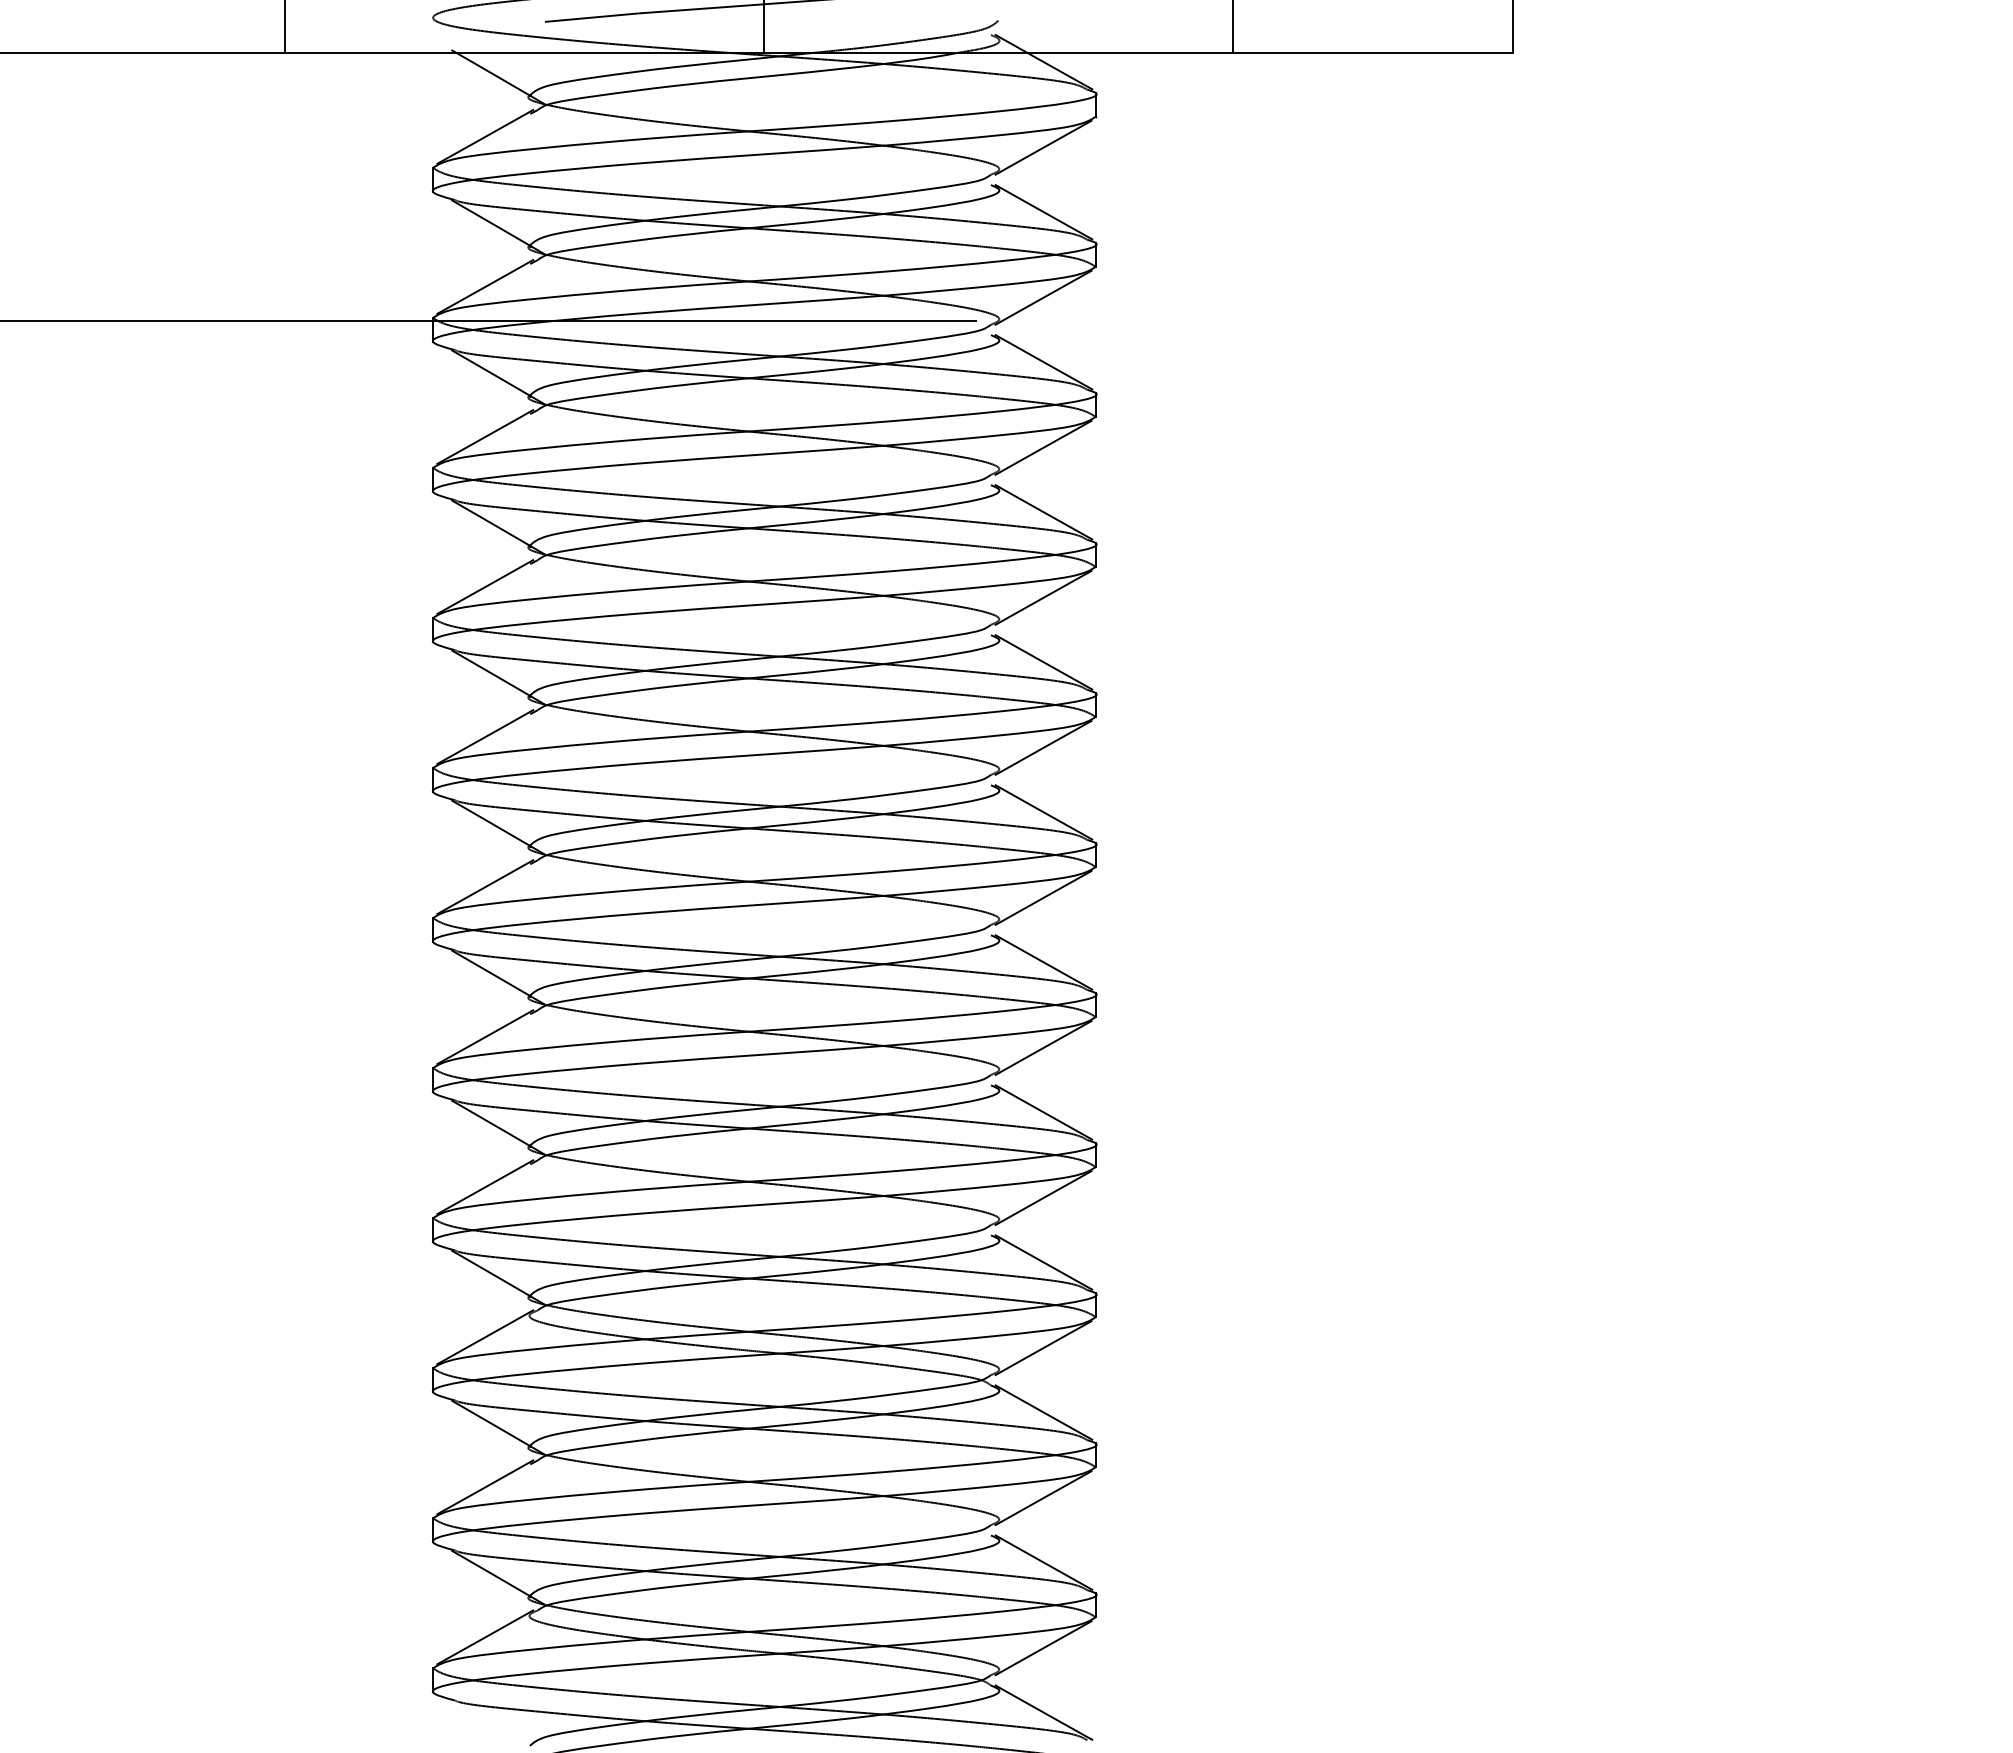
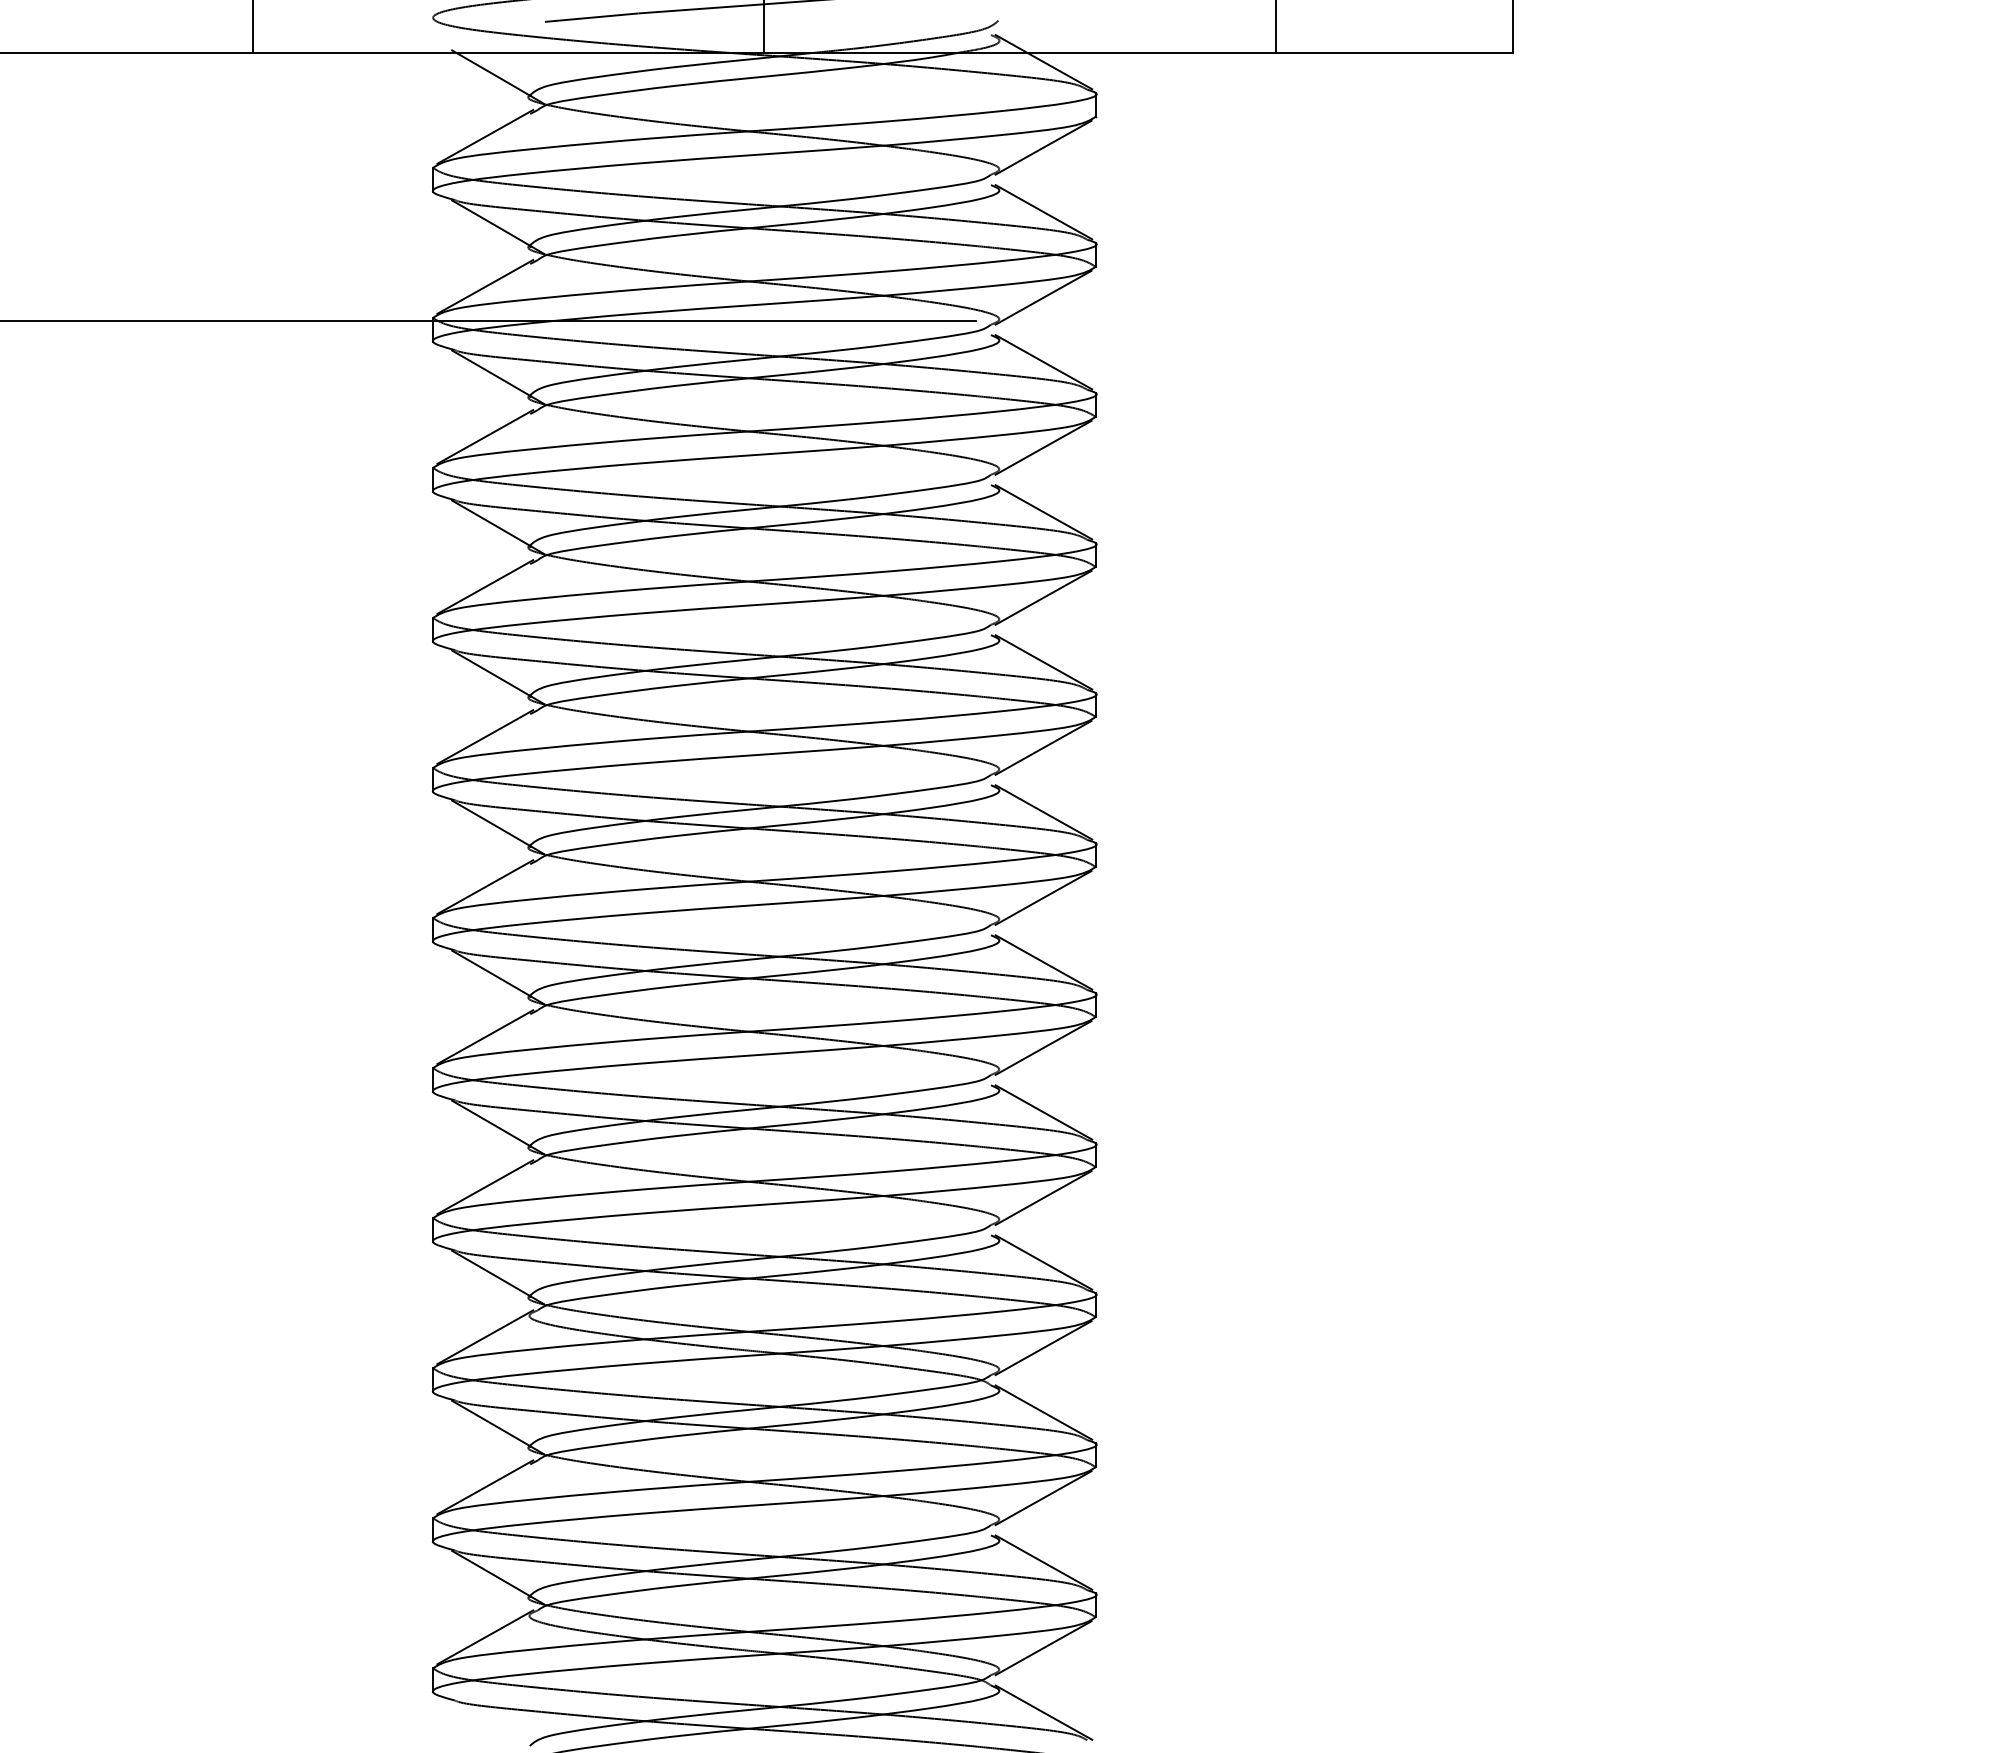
line at (284, 27) position: (284, 27) -> (252, 27)
line at (1232, 27) position: (1232, 27) -> (1275, 27)
